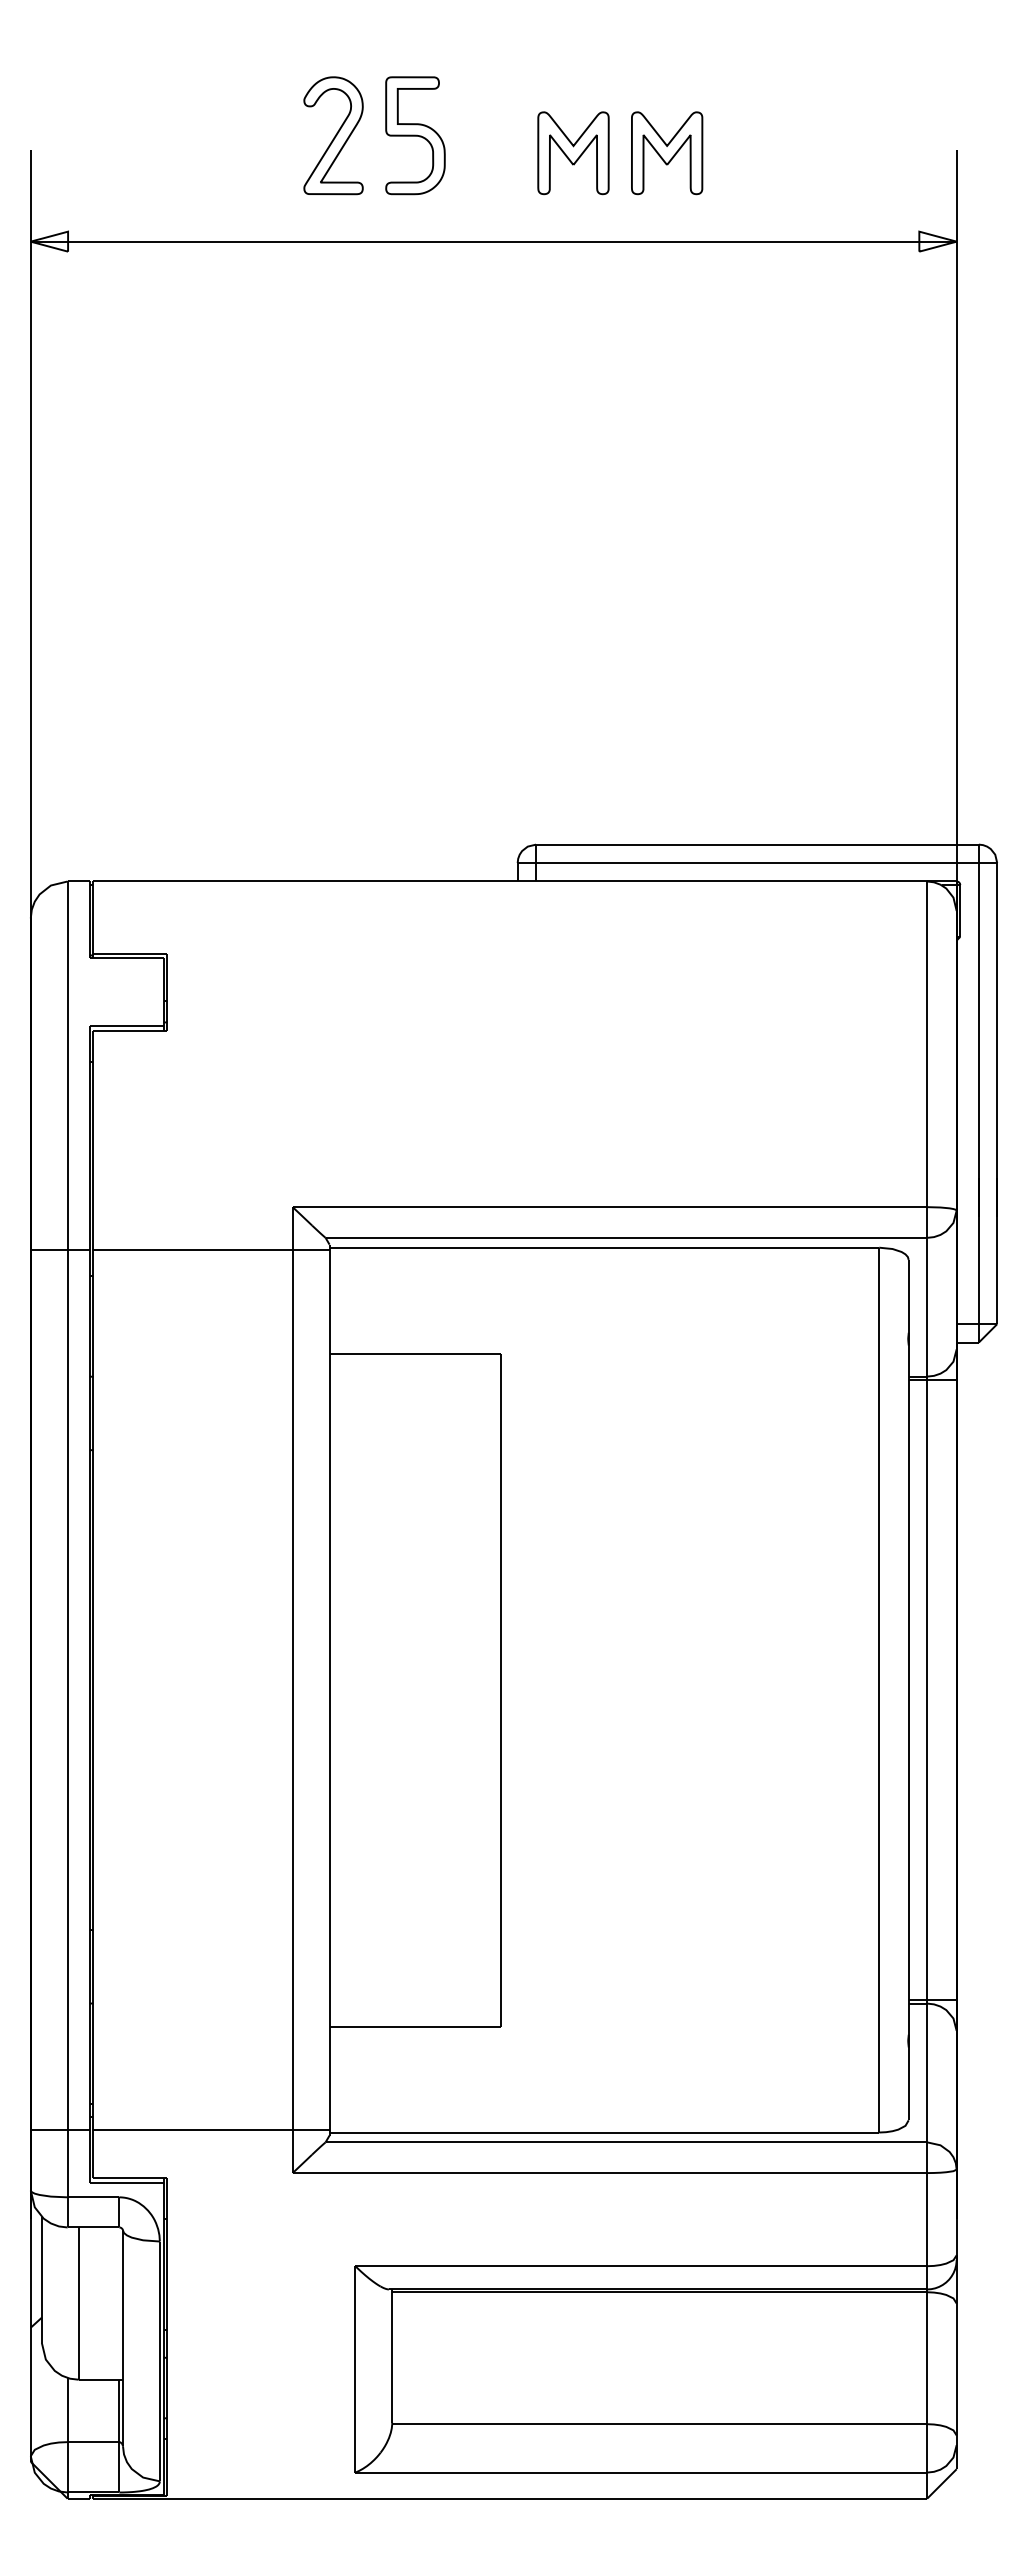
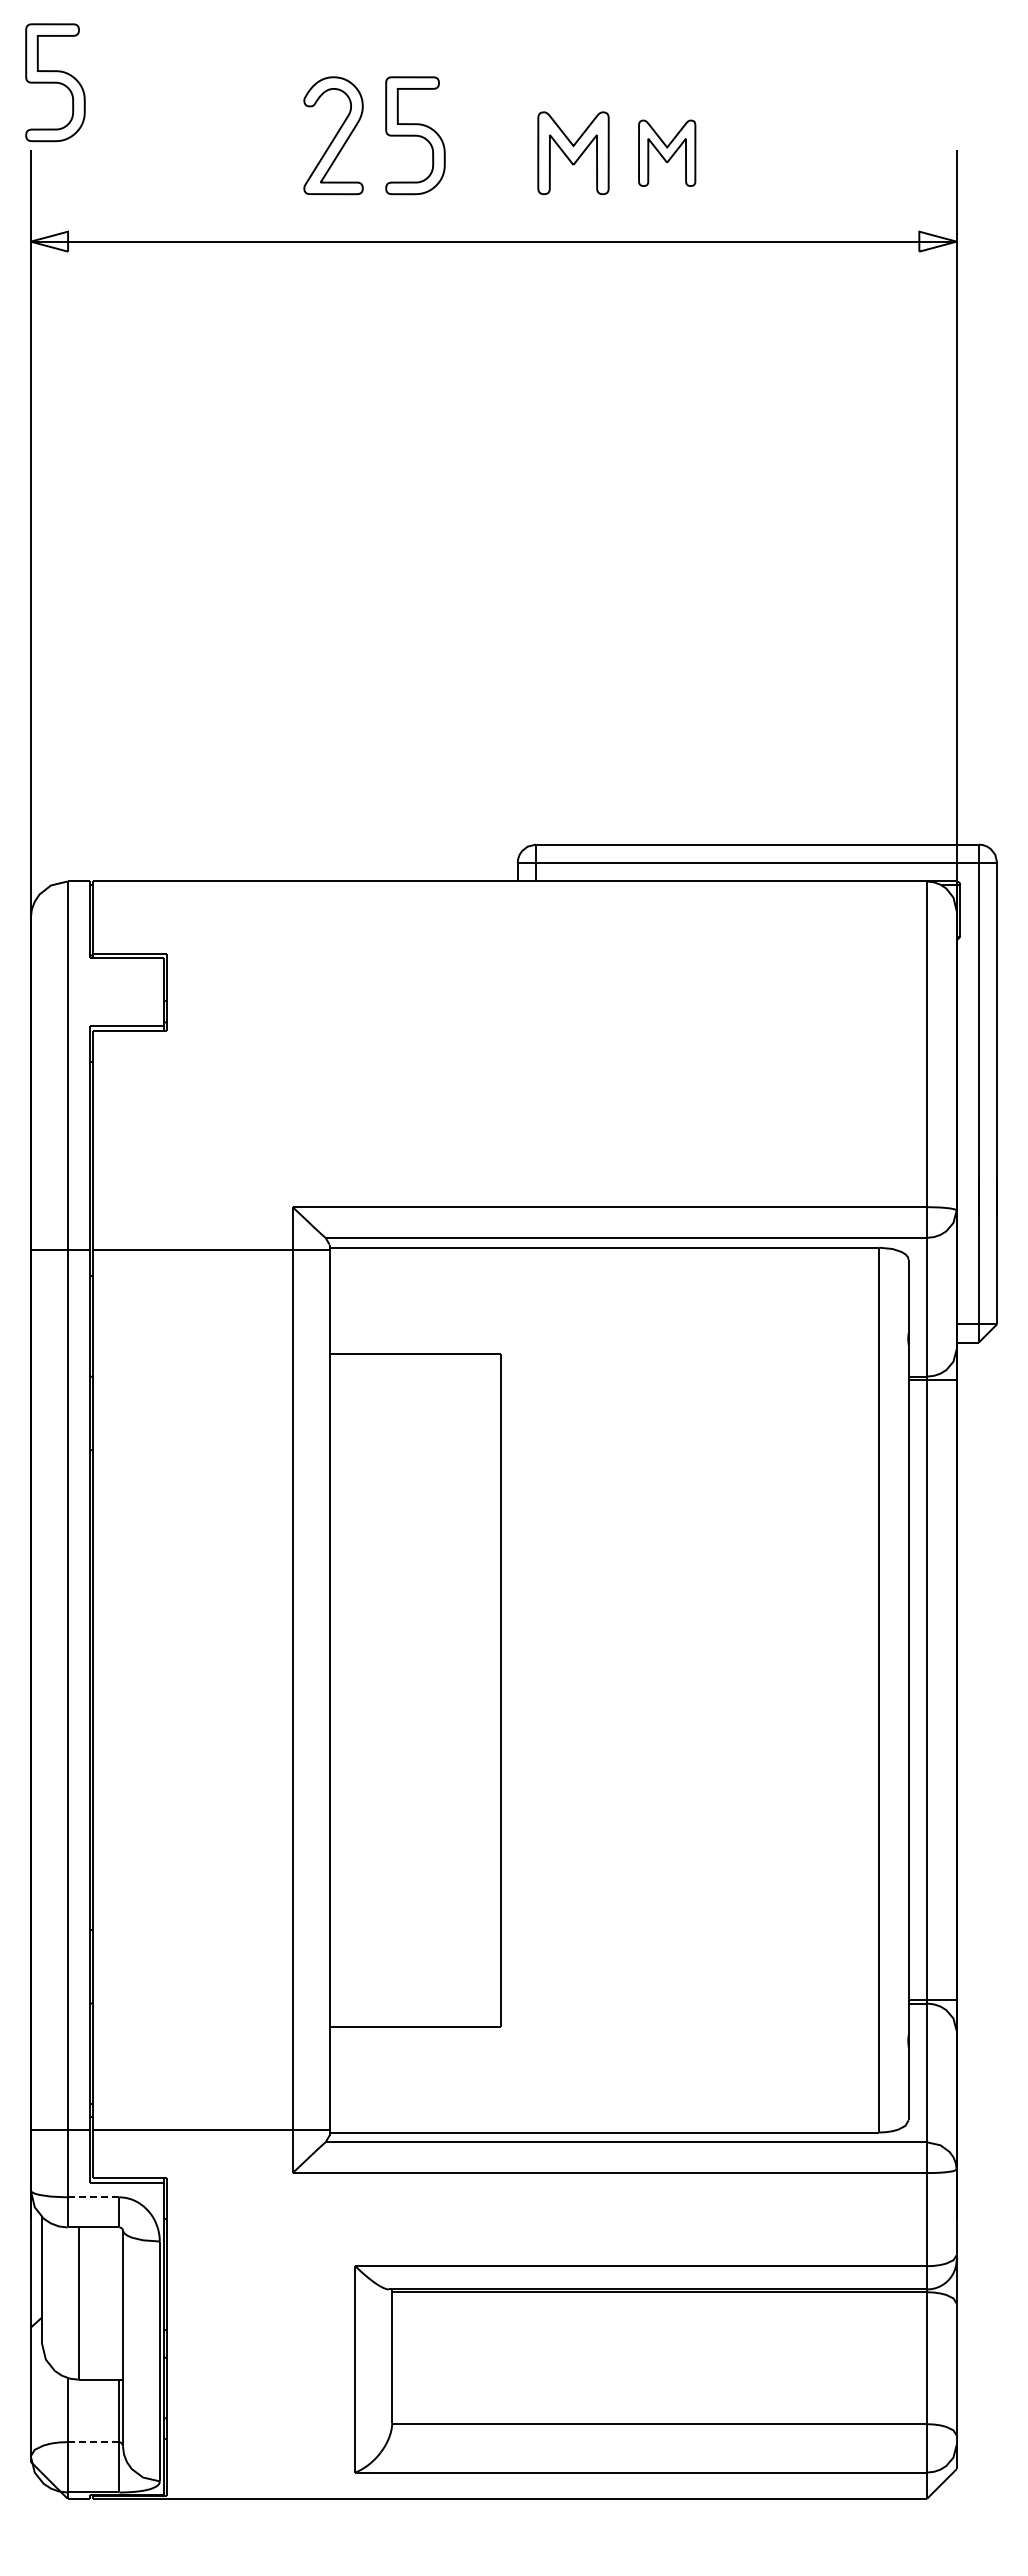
part at (55, 82): none -> present
part at (667, 153) size: 73x85 px -> 59x68 px
line at (93, 2197): solid -> dashed
line at (93, 2442): solid -> dashed
